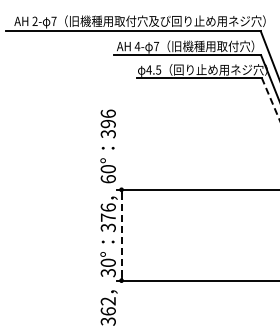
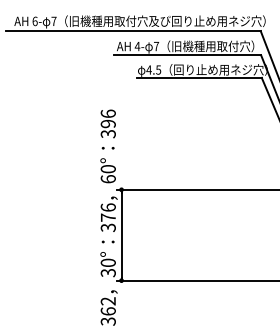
text at (34, 21): 2- -> 6-
line at (270, 98): dashed -> solid
line at (121, 235): dashed -> solid
